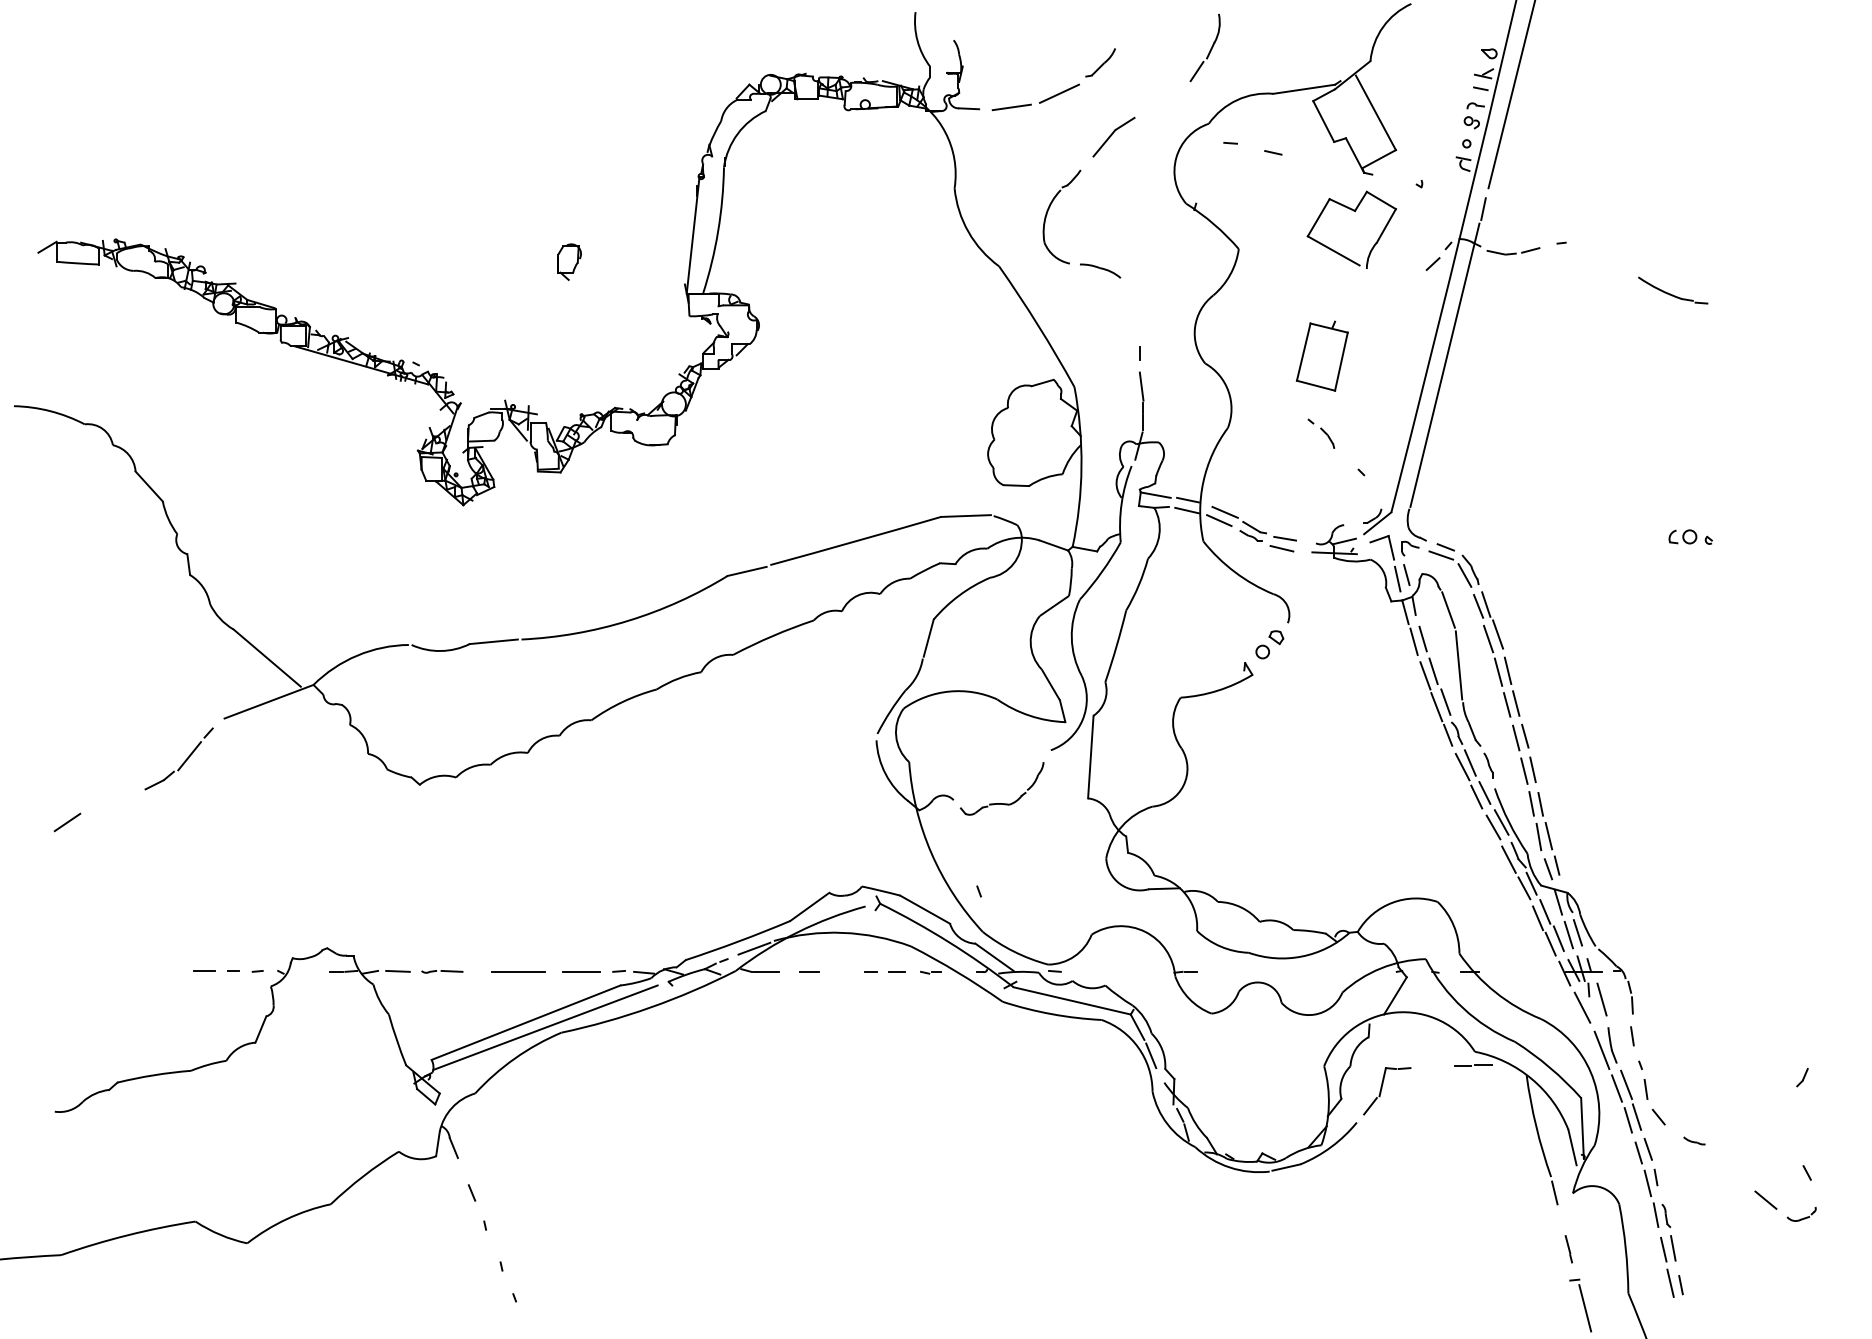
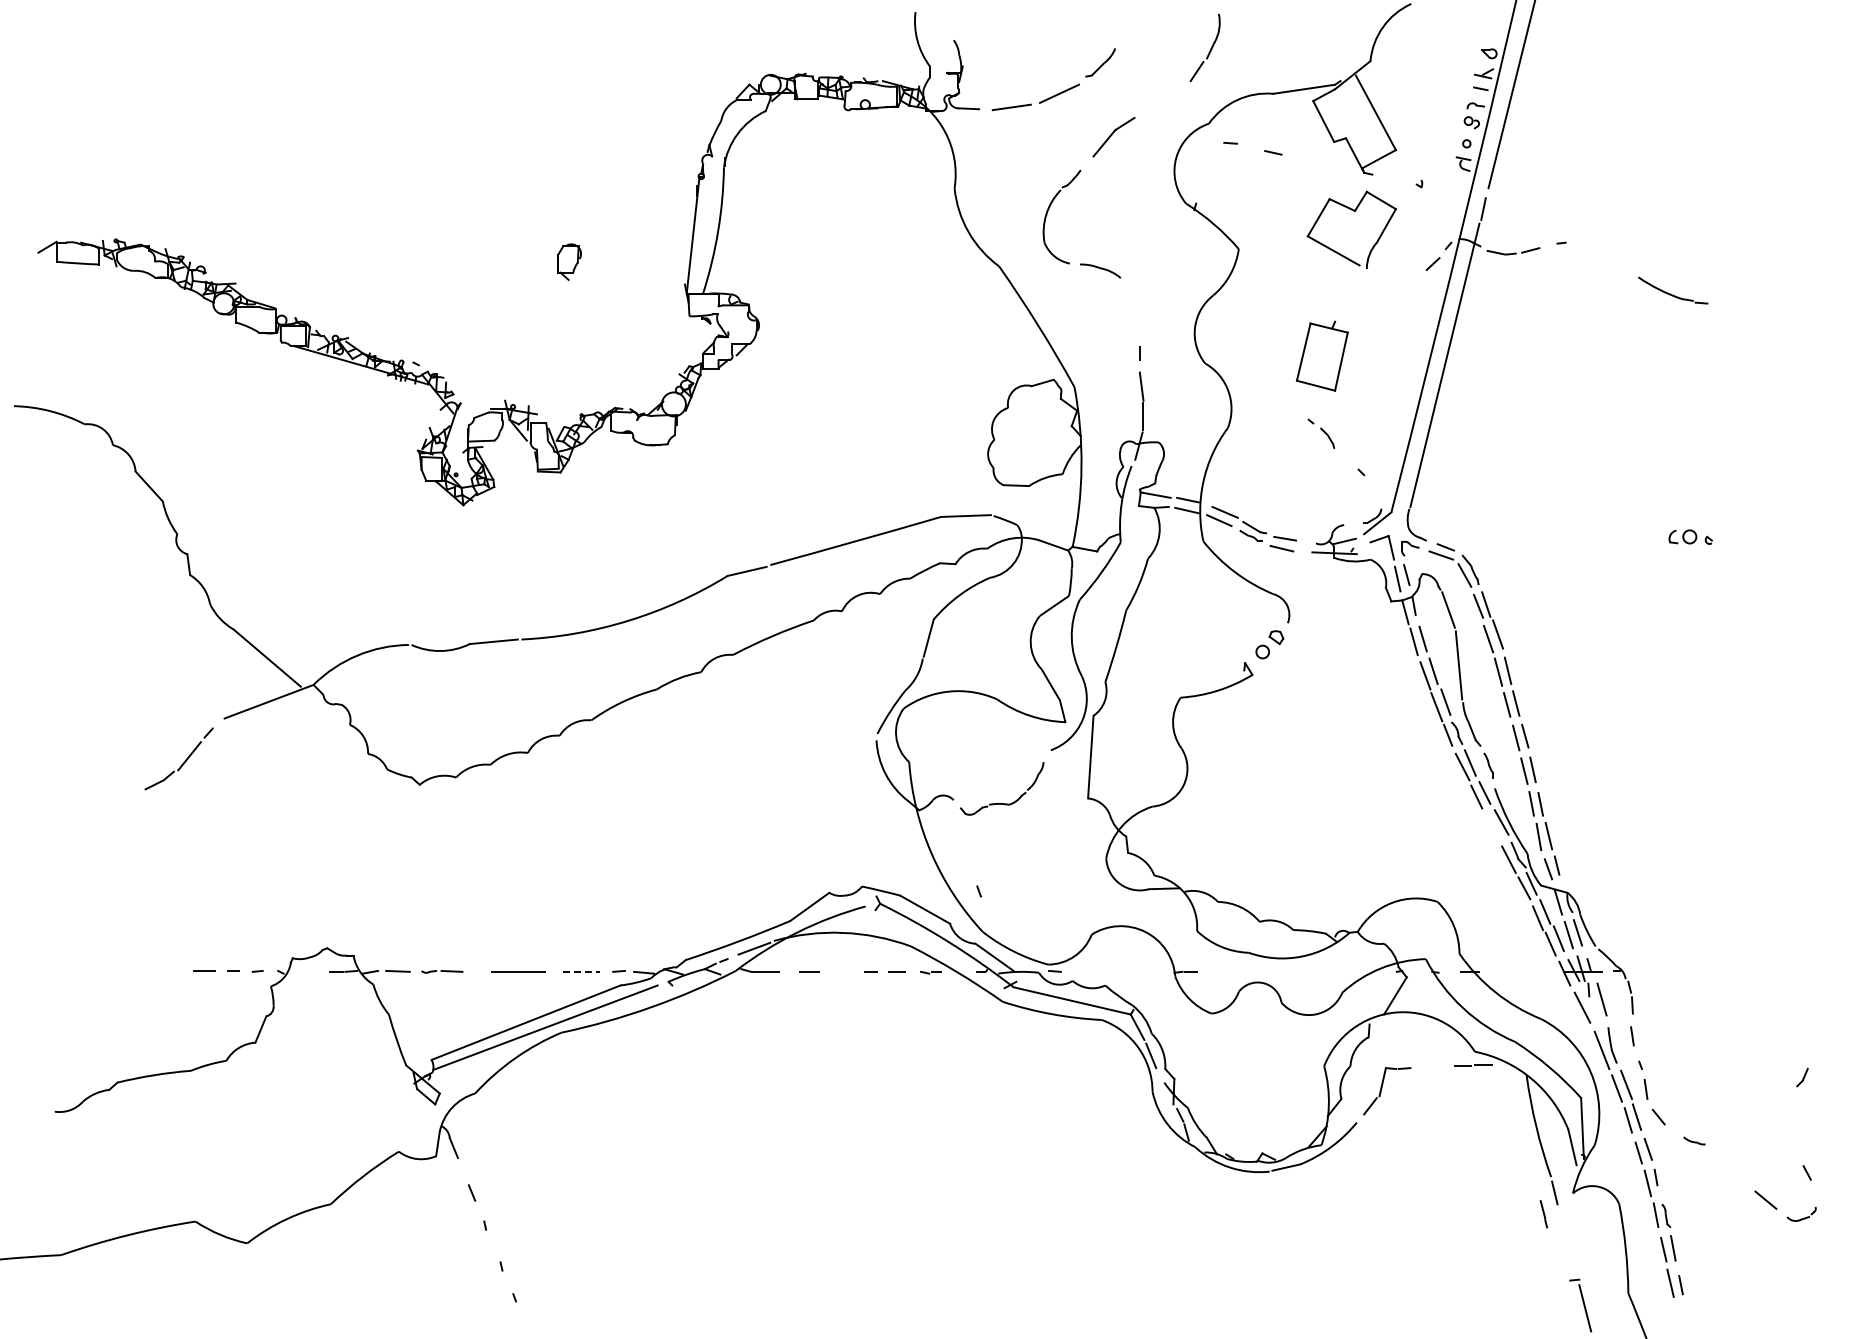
line at (67, 822): present -> none
line at (1493, 827): present -> none
line at (581, 971): solid -> dashed
line at (1568, 1249) position: (1568, 1249) -> (1543, 1214)
